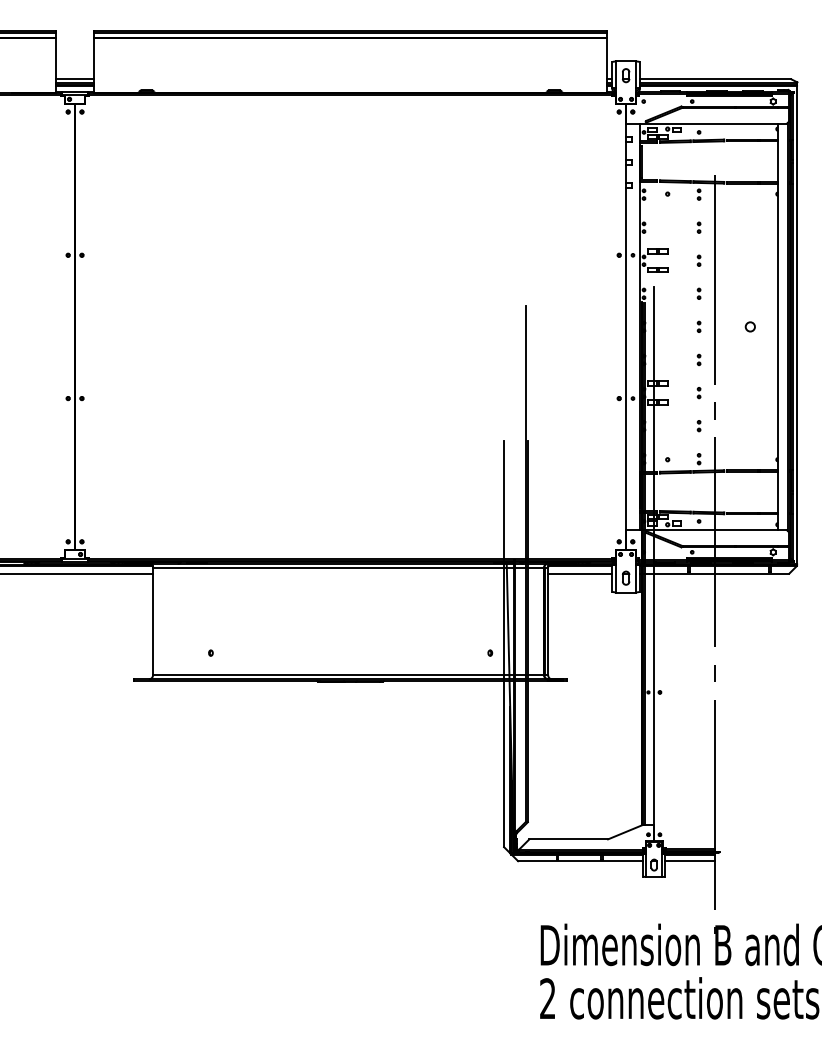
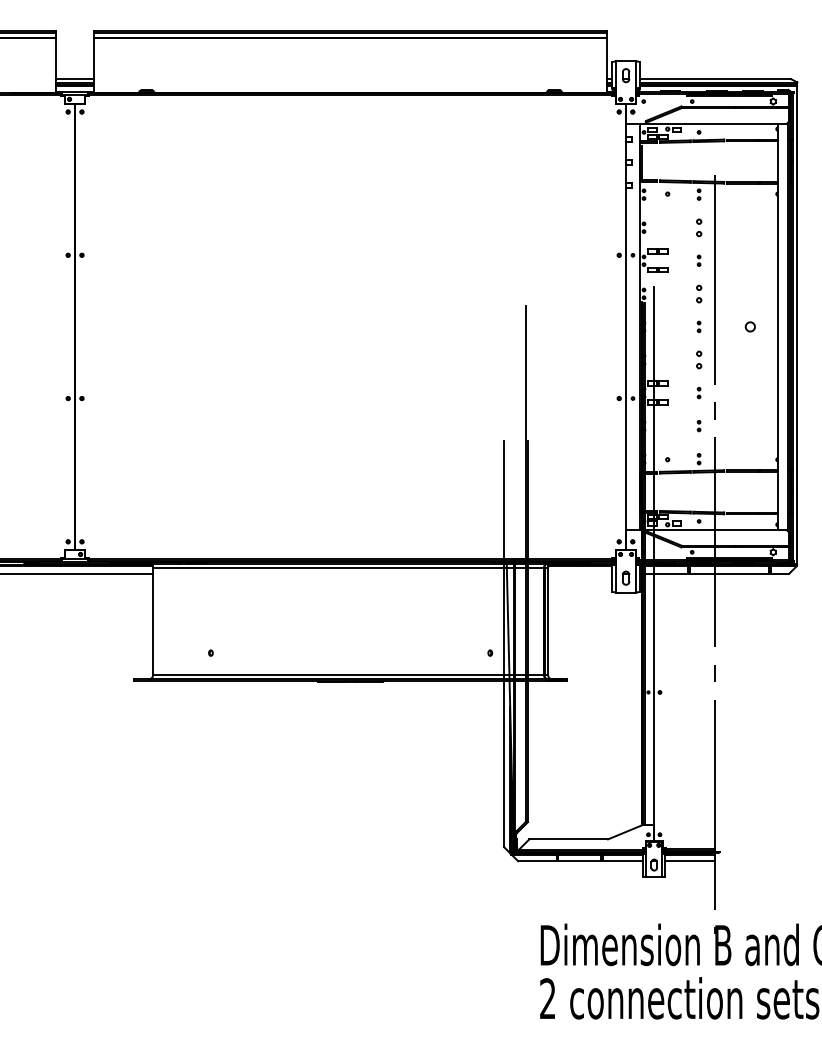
part at (698, 227) size: 6x13 px -> 7x20 px
part at (698, 293) size: 6x13 px -> 7x20 px
part at (698, 359) size: 6x14 px -> 7x20 px
line at (580, 573): present -> none
